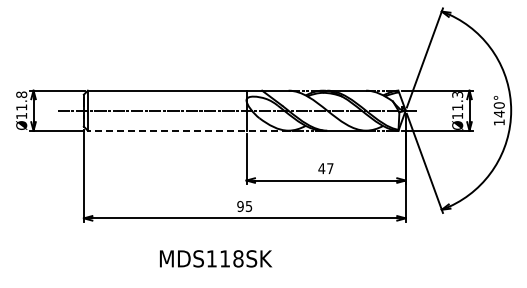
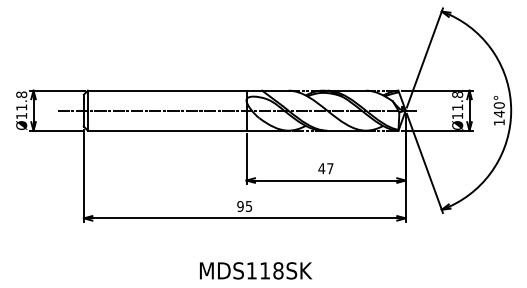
text at (457, 94): Ø11.3 -> Ø11.8
line at (187, 130): dashed -> solid
text at (216, 258) position: (216, 258) -> (256, 270)
